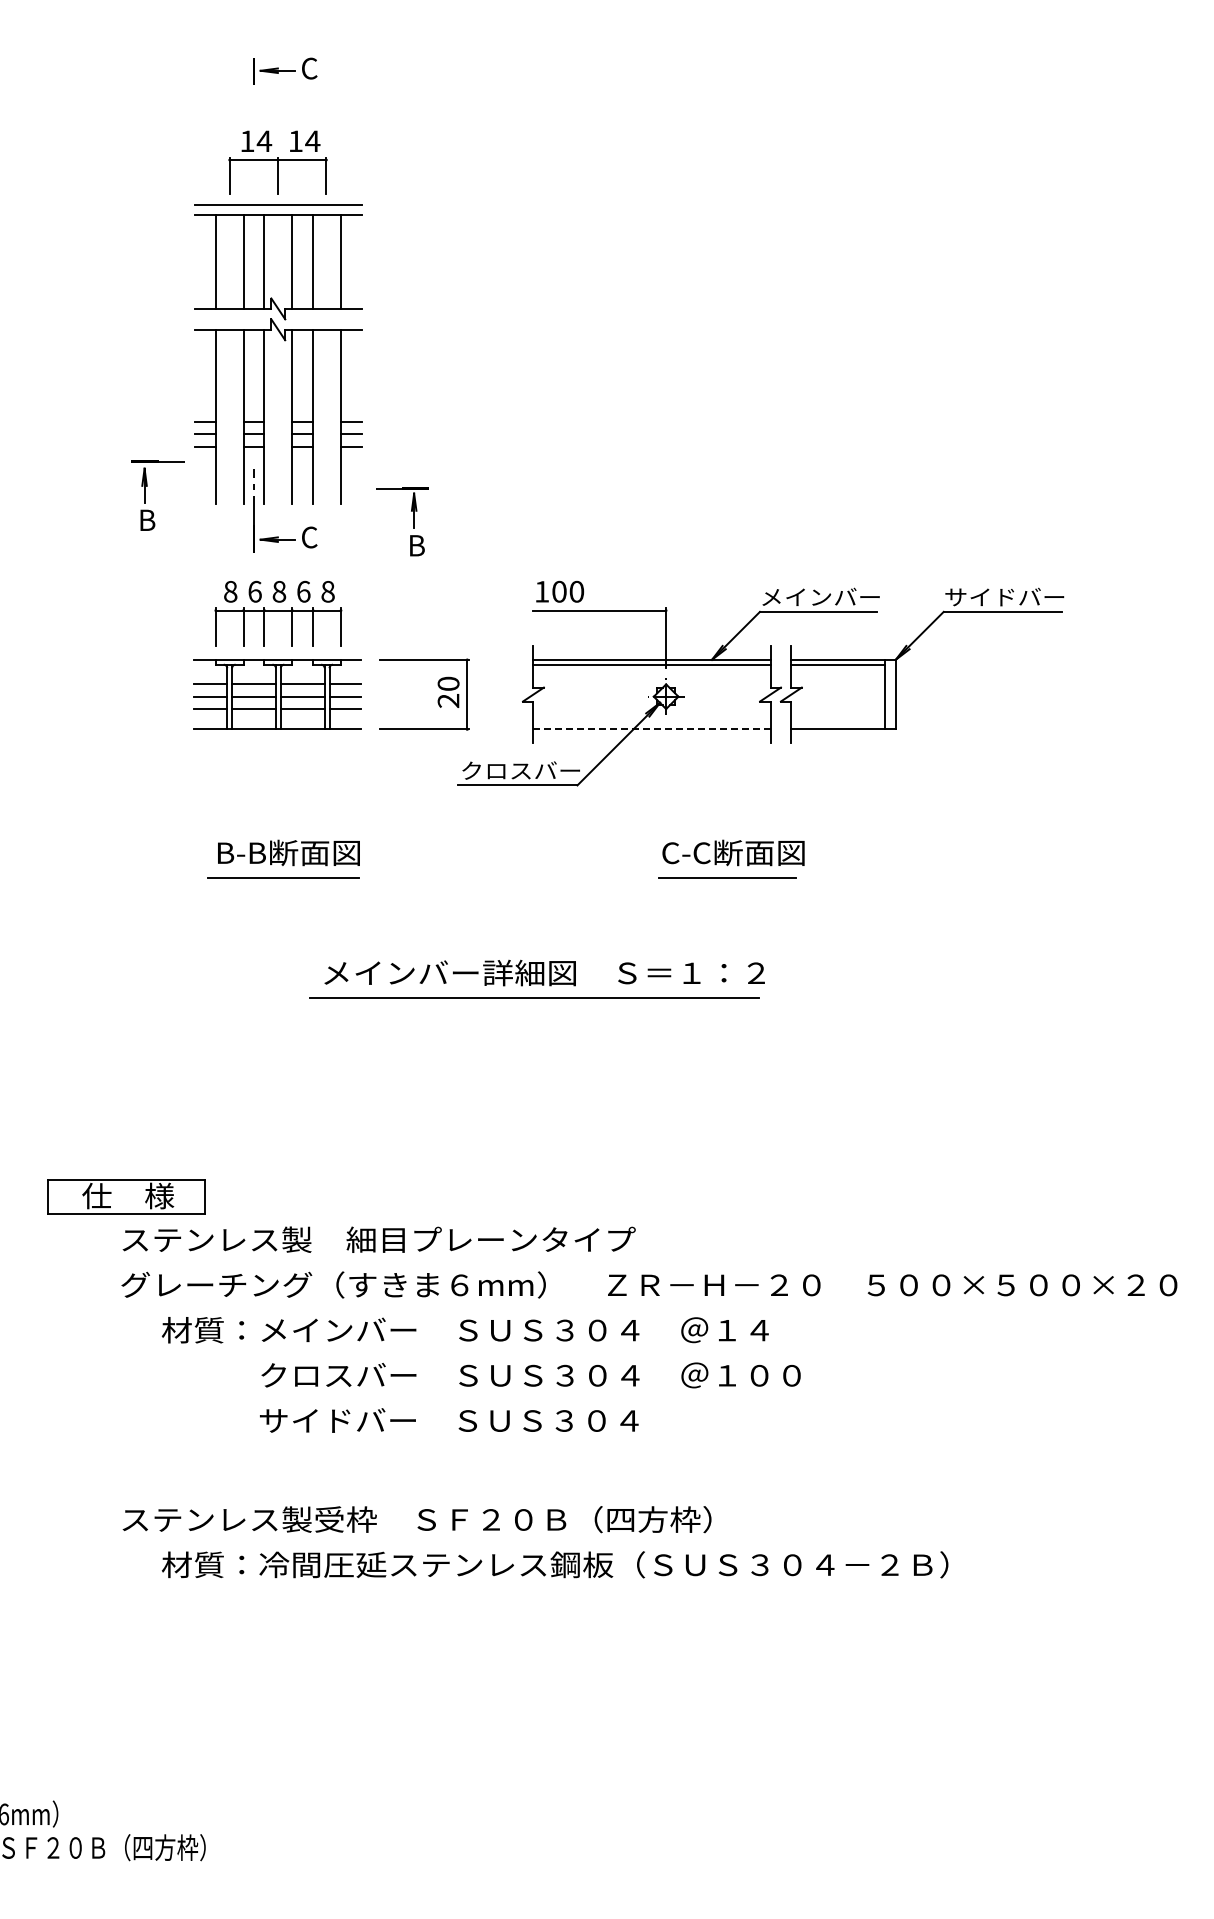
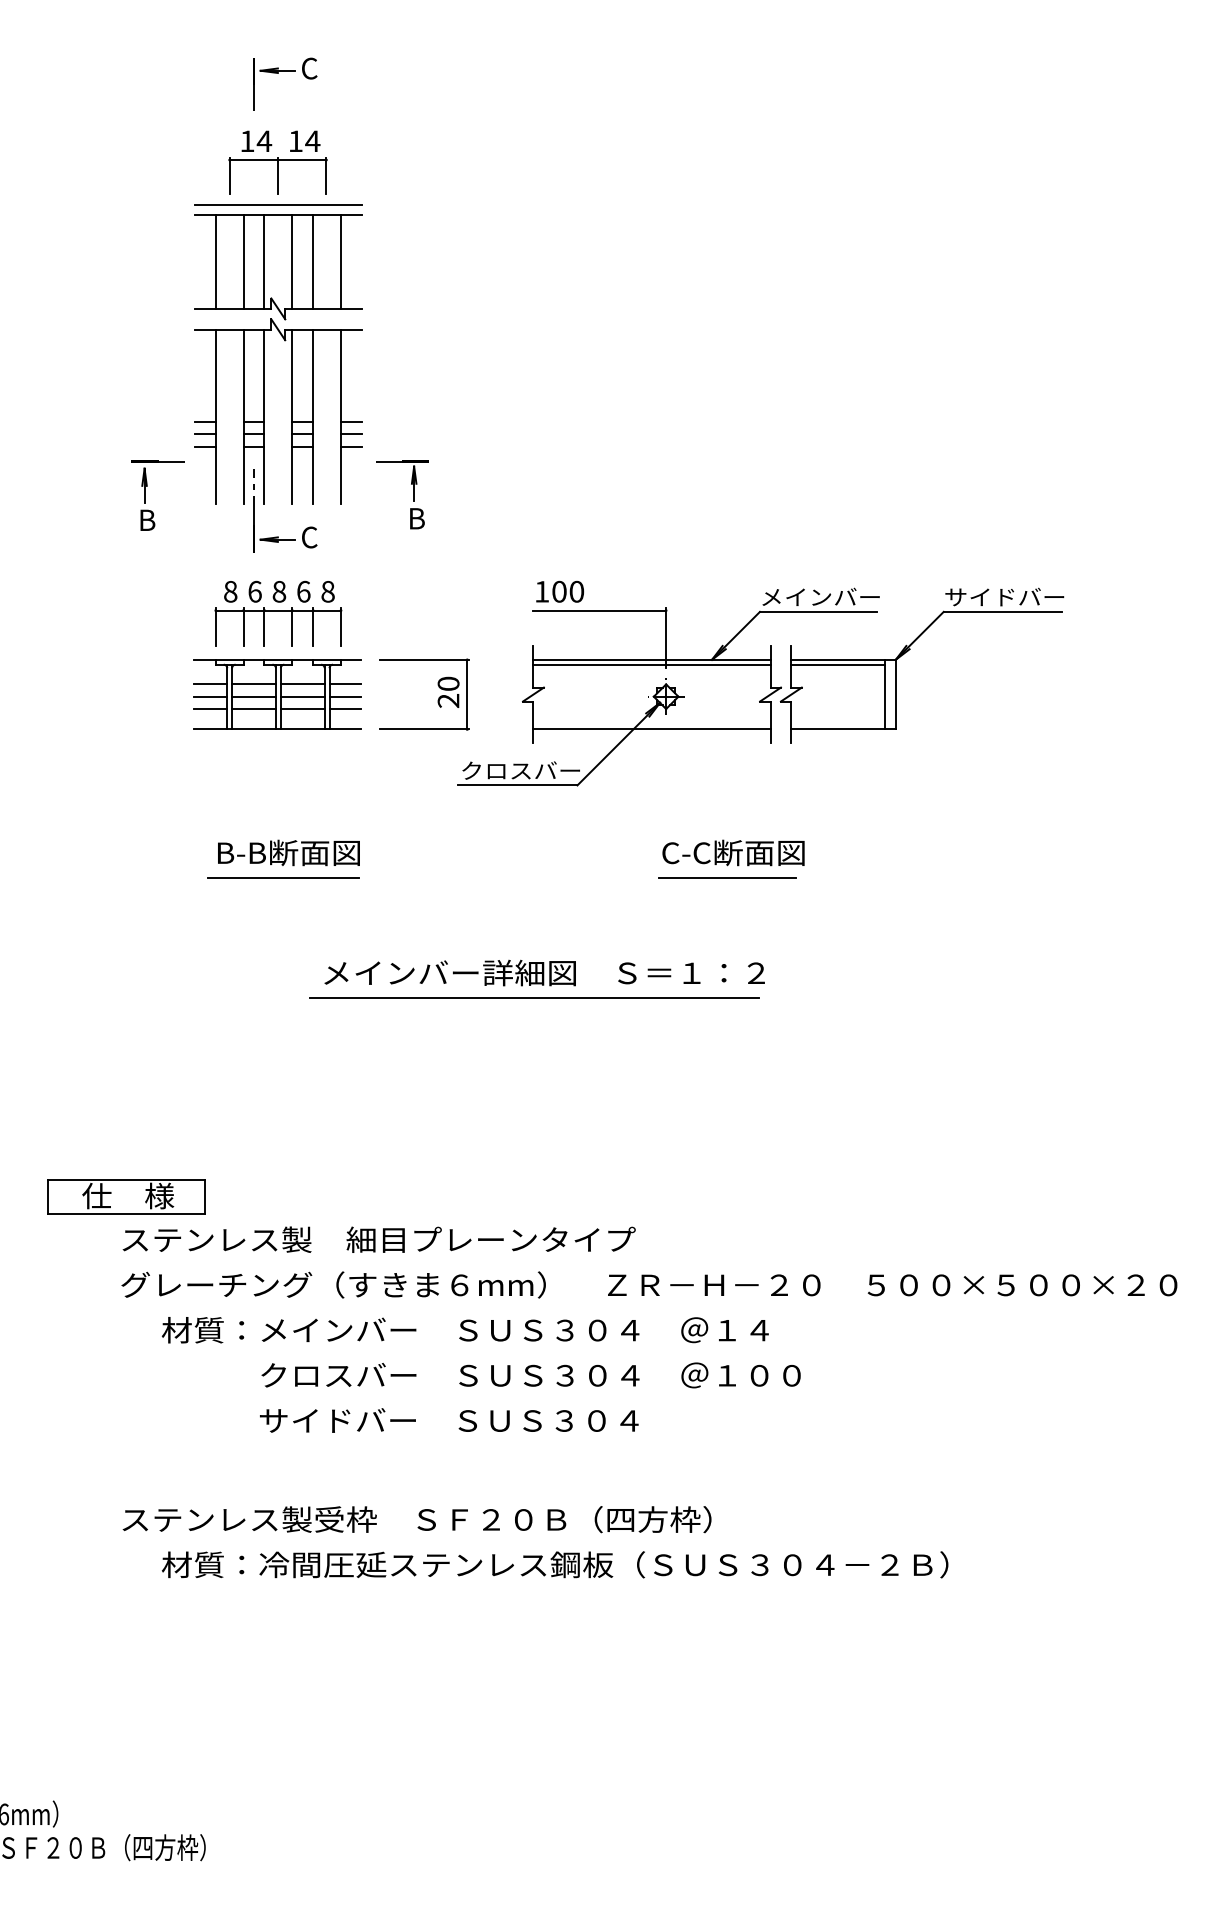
line at (253, 98): none -> present
part at (413, 521) position: (413, 521) -> (413, 494)
line at (652, 729): dashed -> solid
